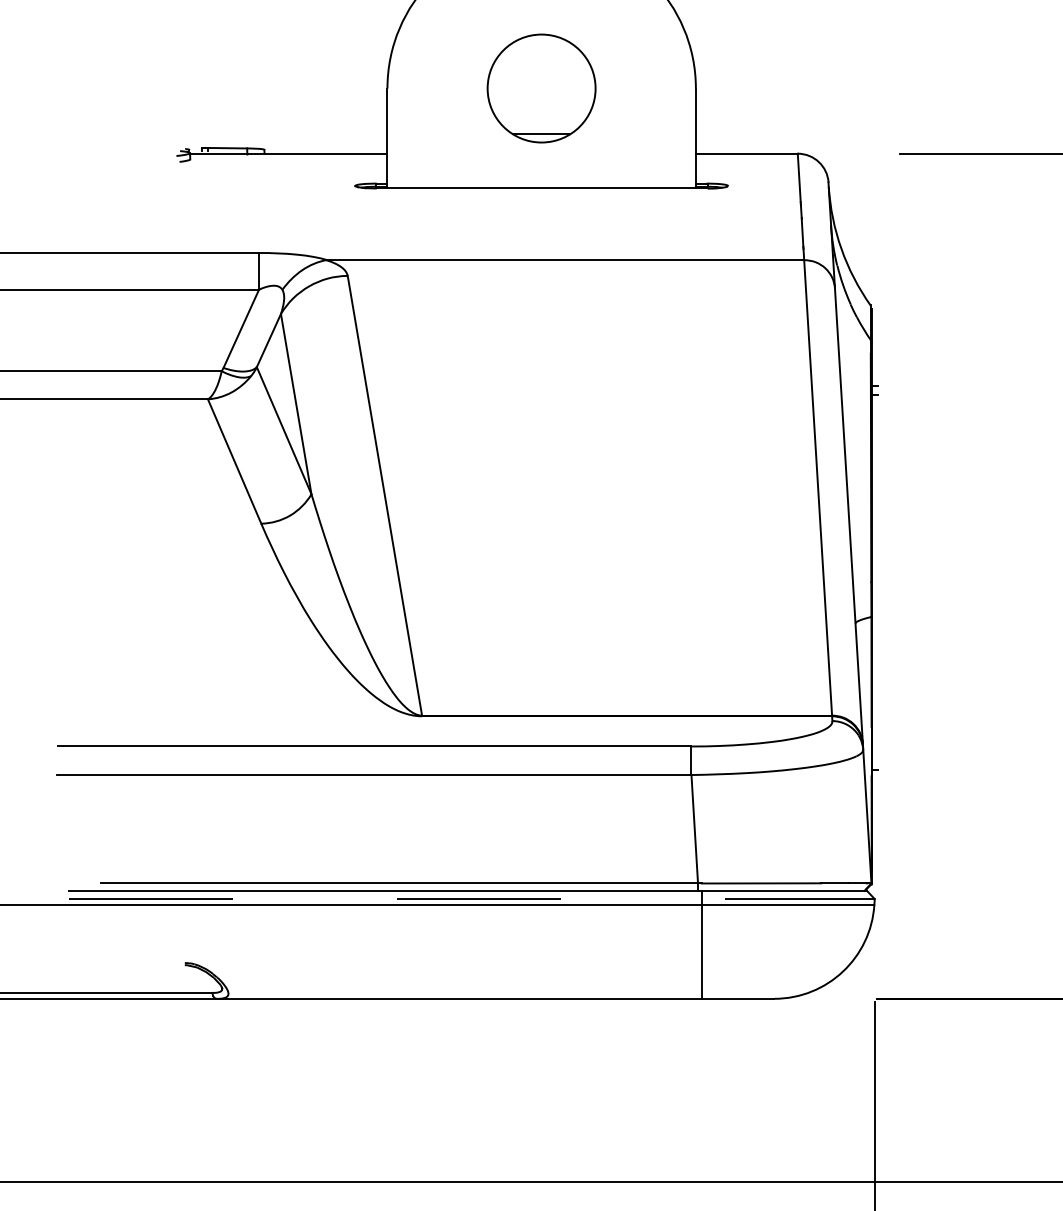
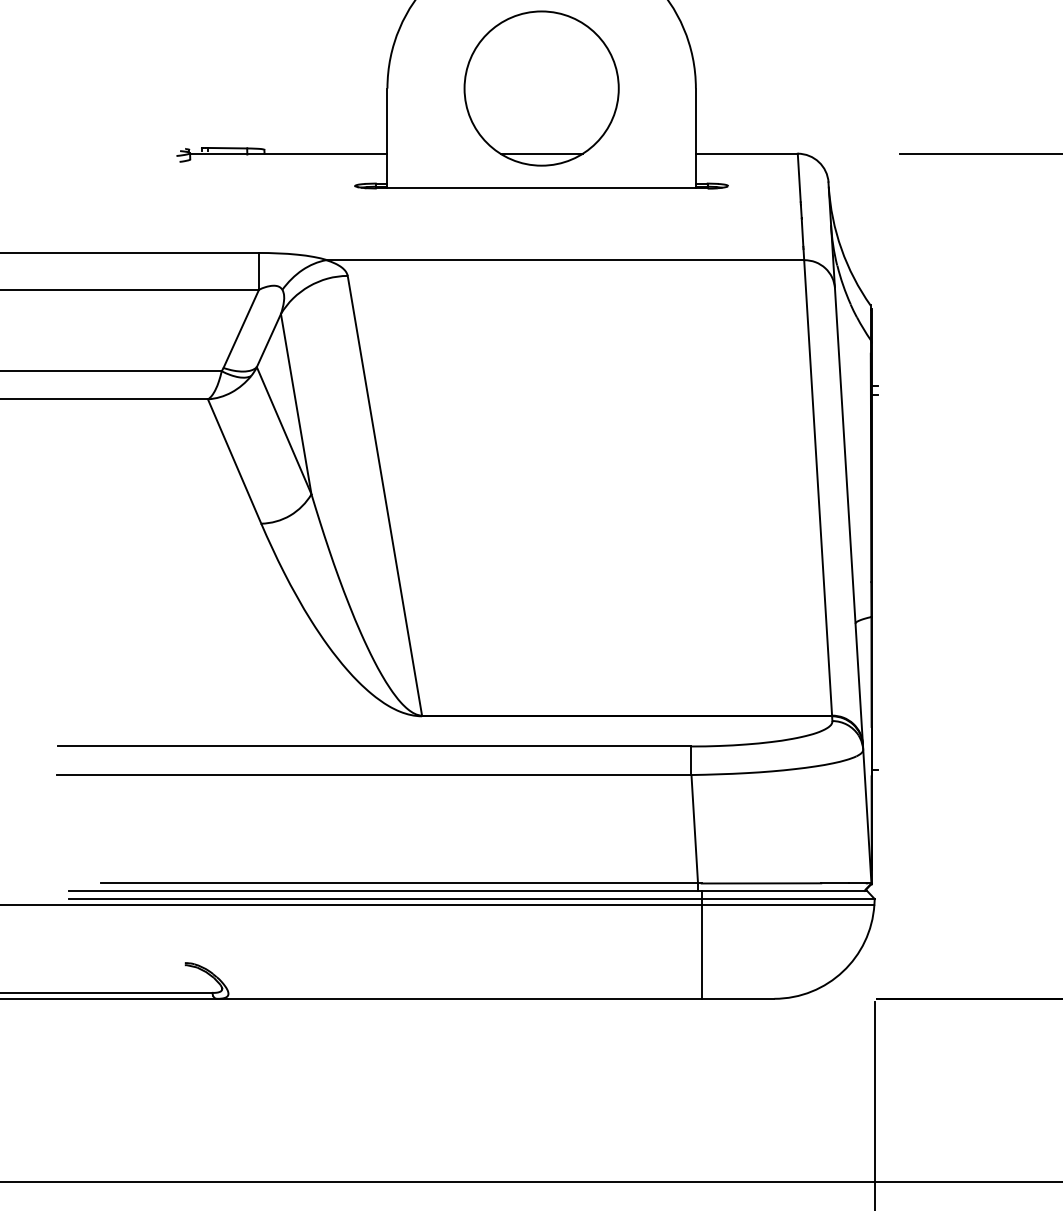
part at (541, 88) size: 111x111 px -> 157x157 px
line at (472, 899): dashed -> solid
